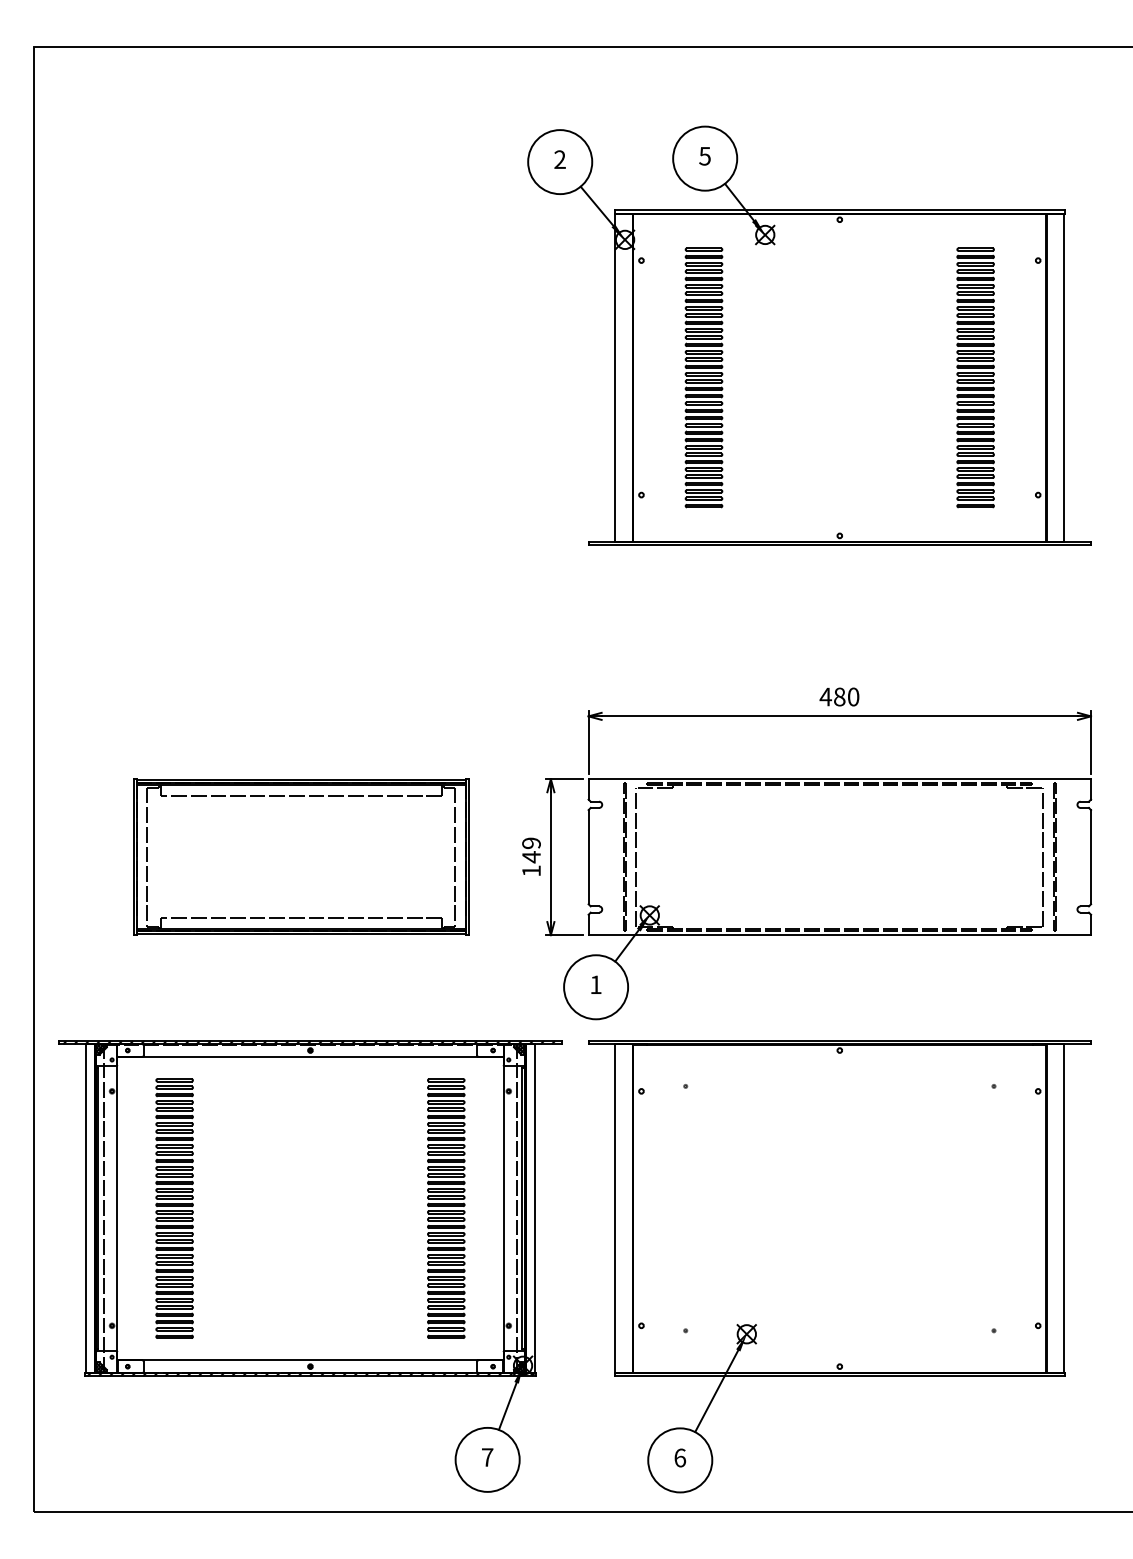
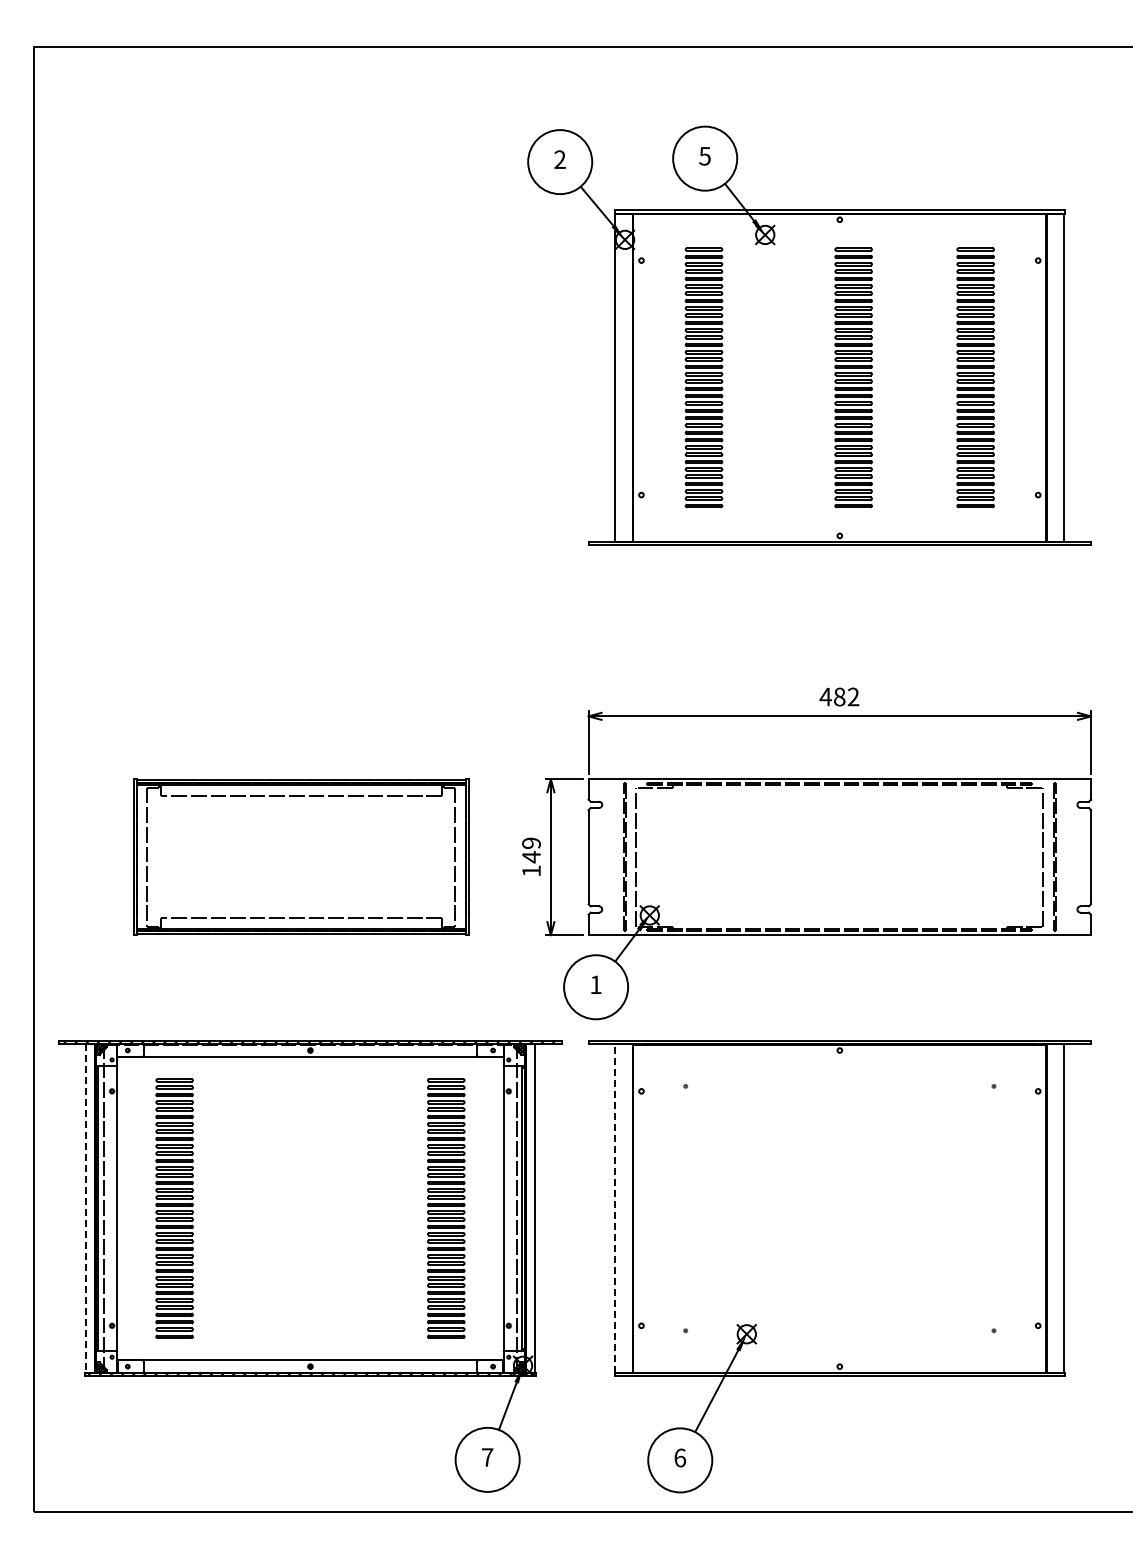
part at (853, 377): none -> present
text at (853, 696): 480 -> 482
line at (615, 1208): solid -> dashed
line at (85, 1209): solid -> dashed
